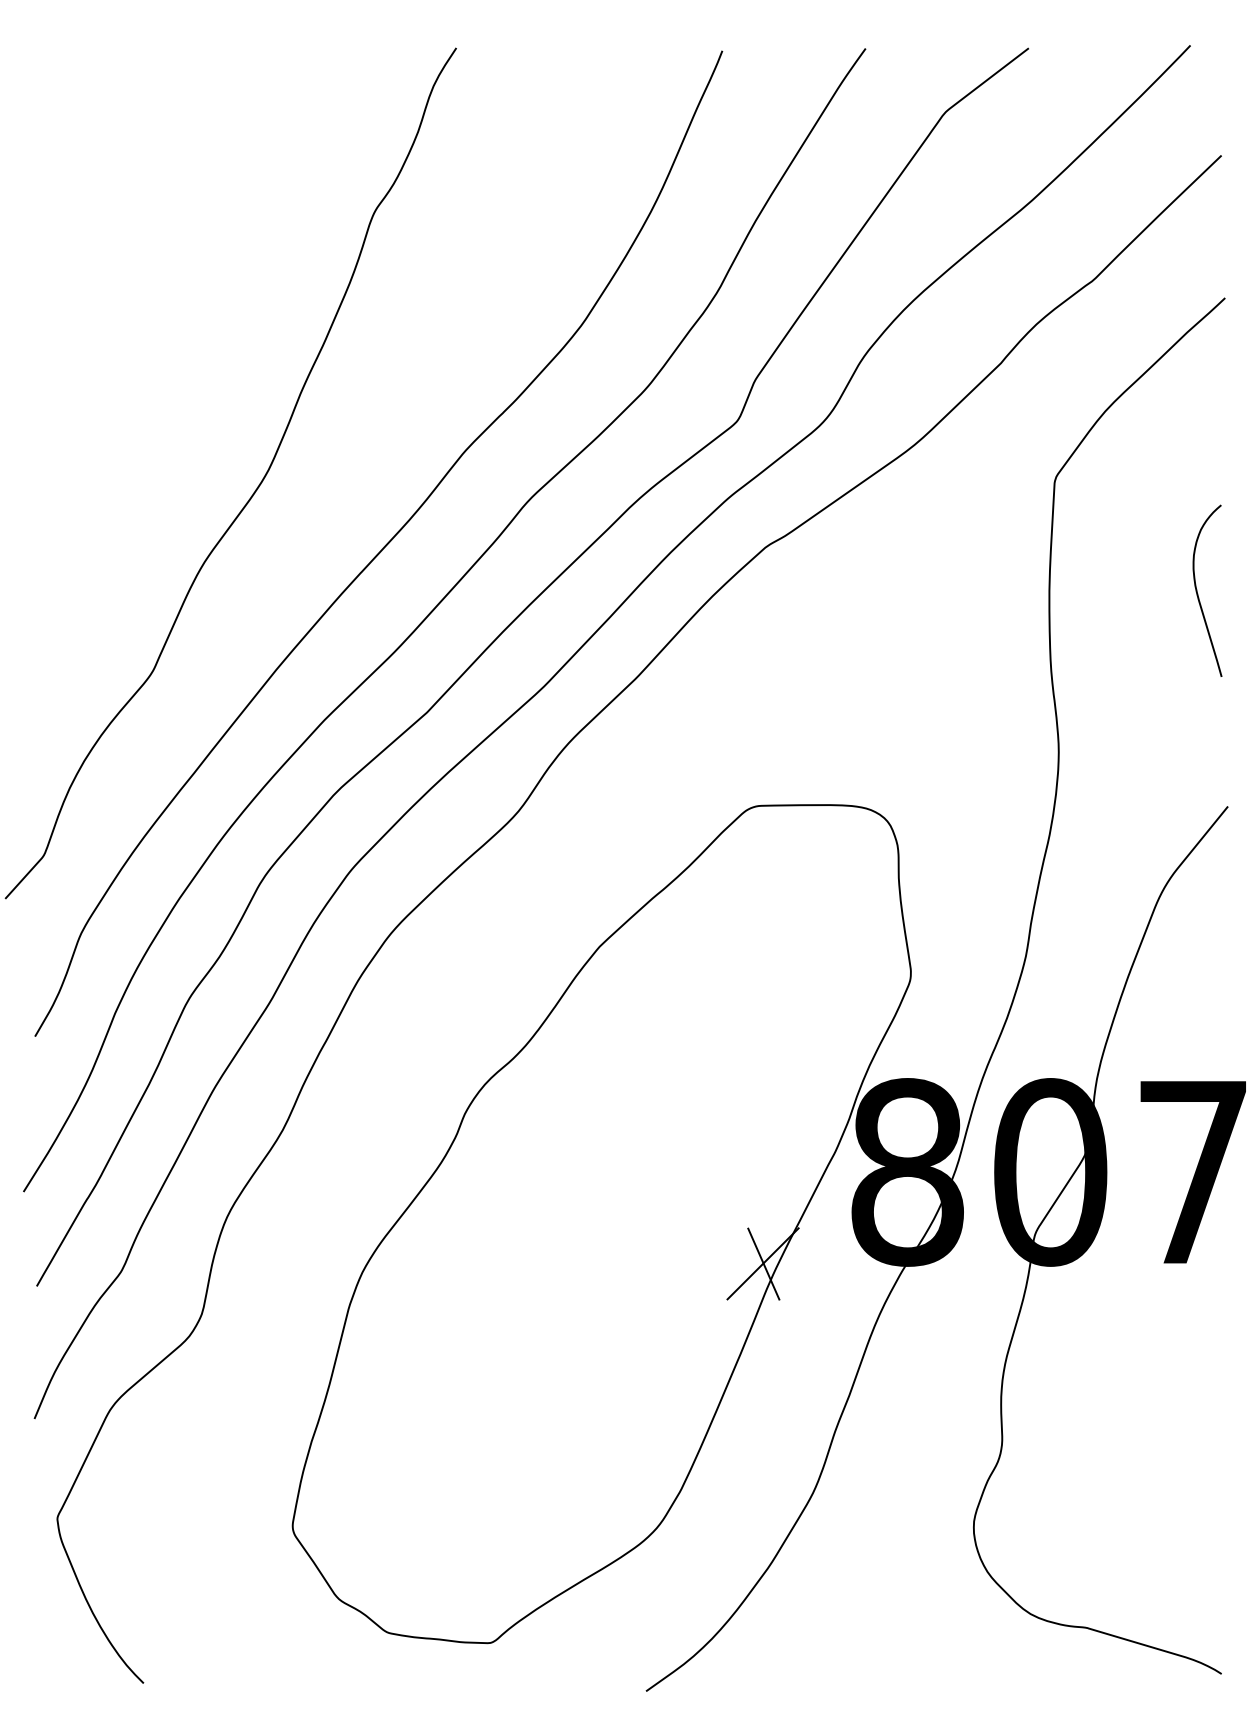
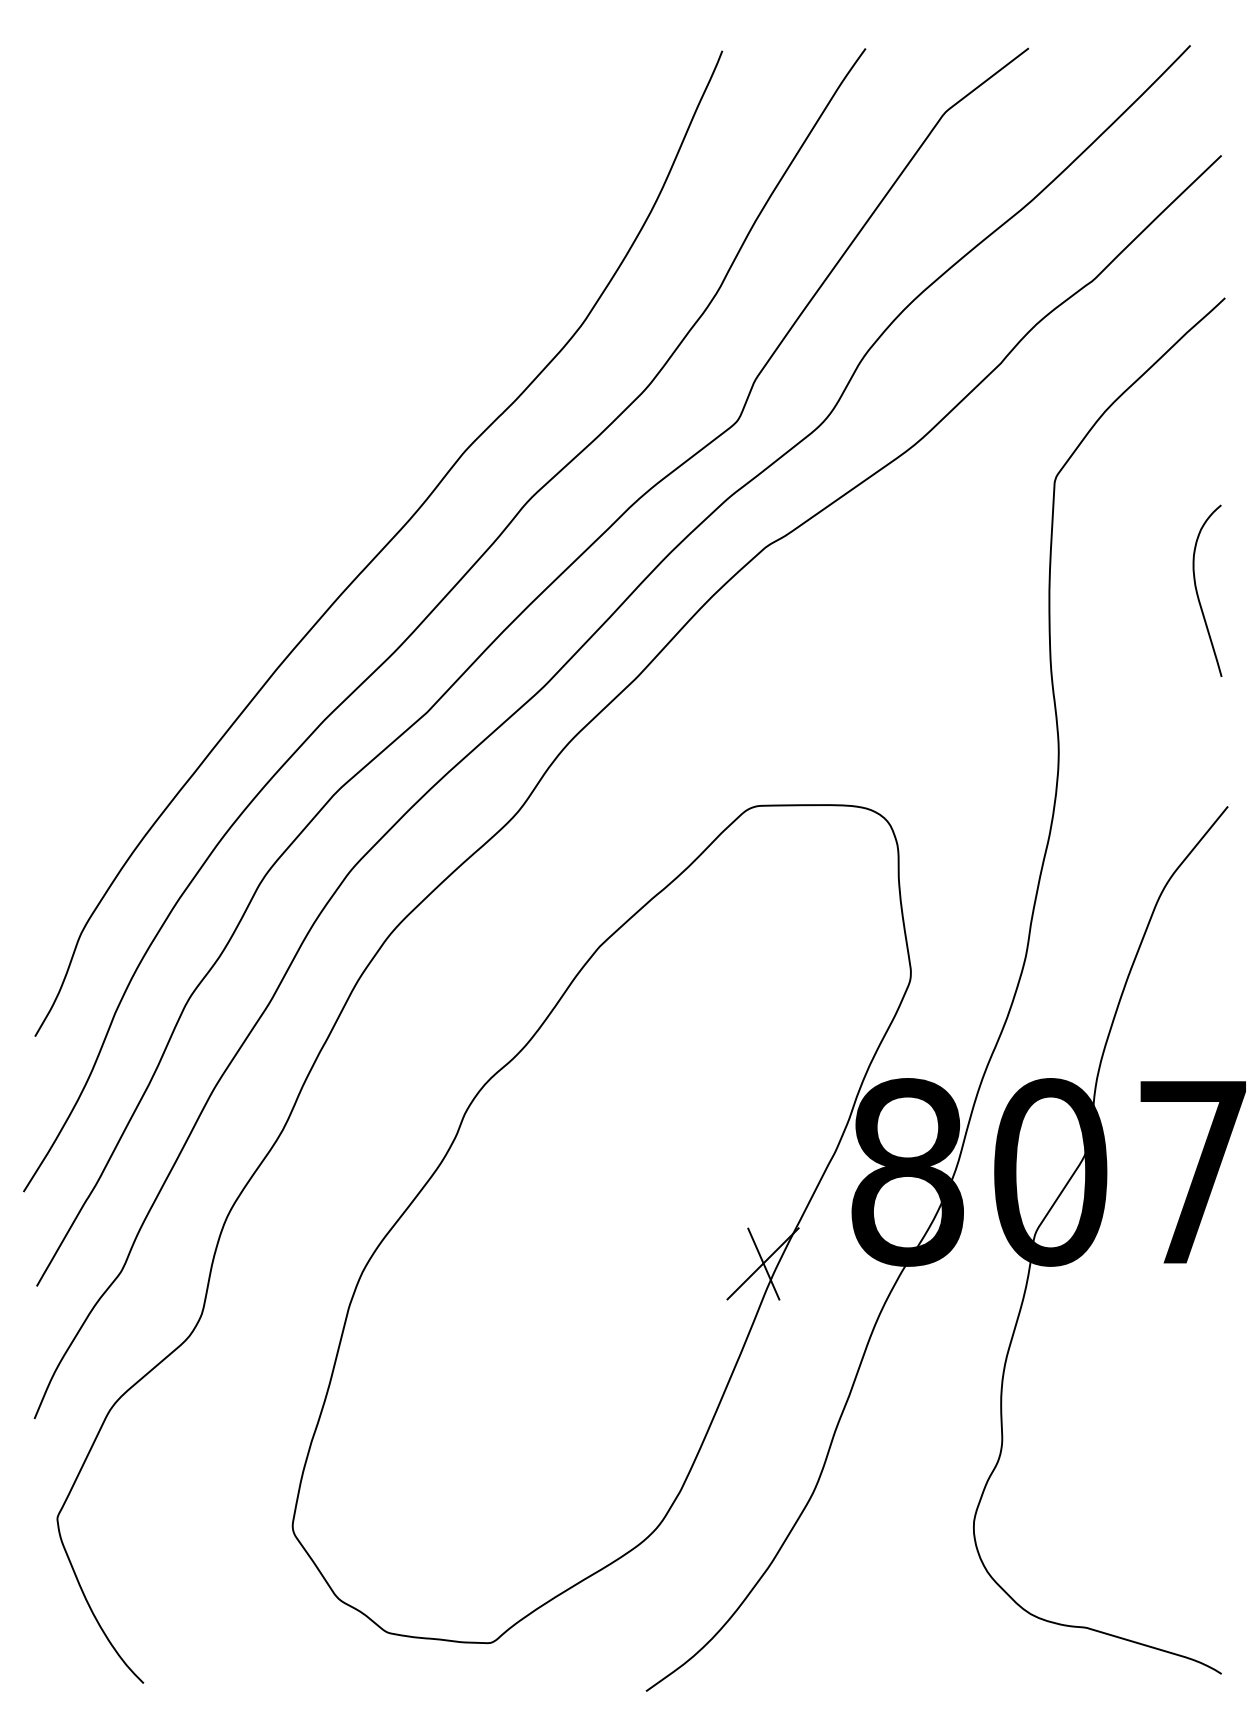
curve at (255, 489): present -> none
